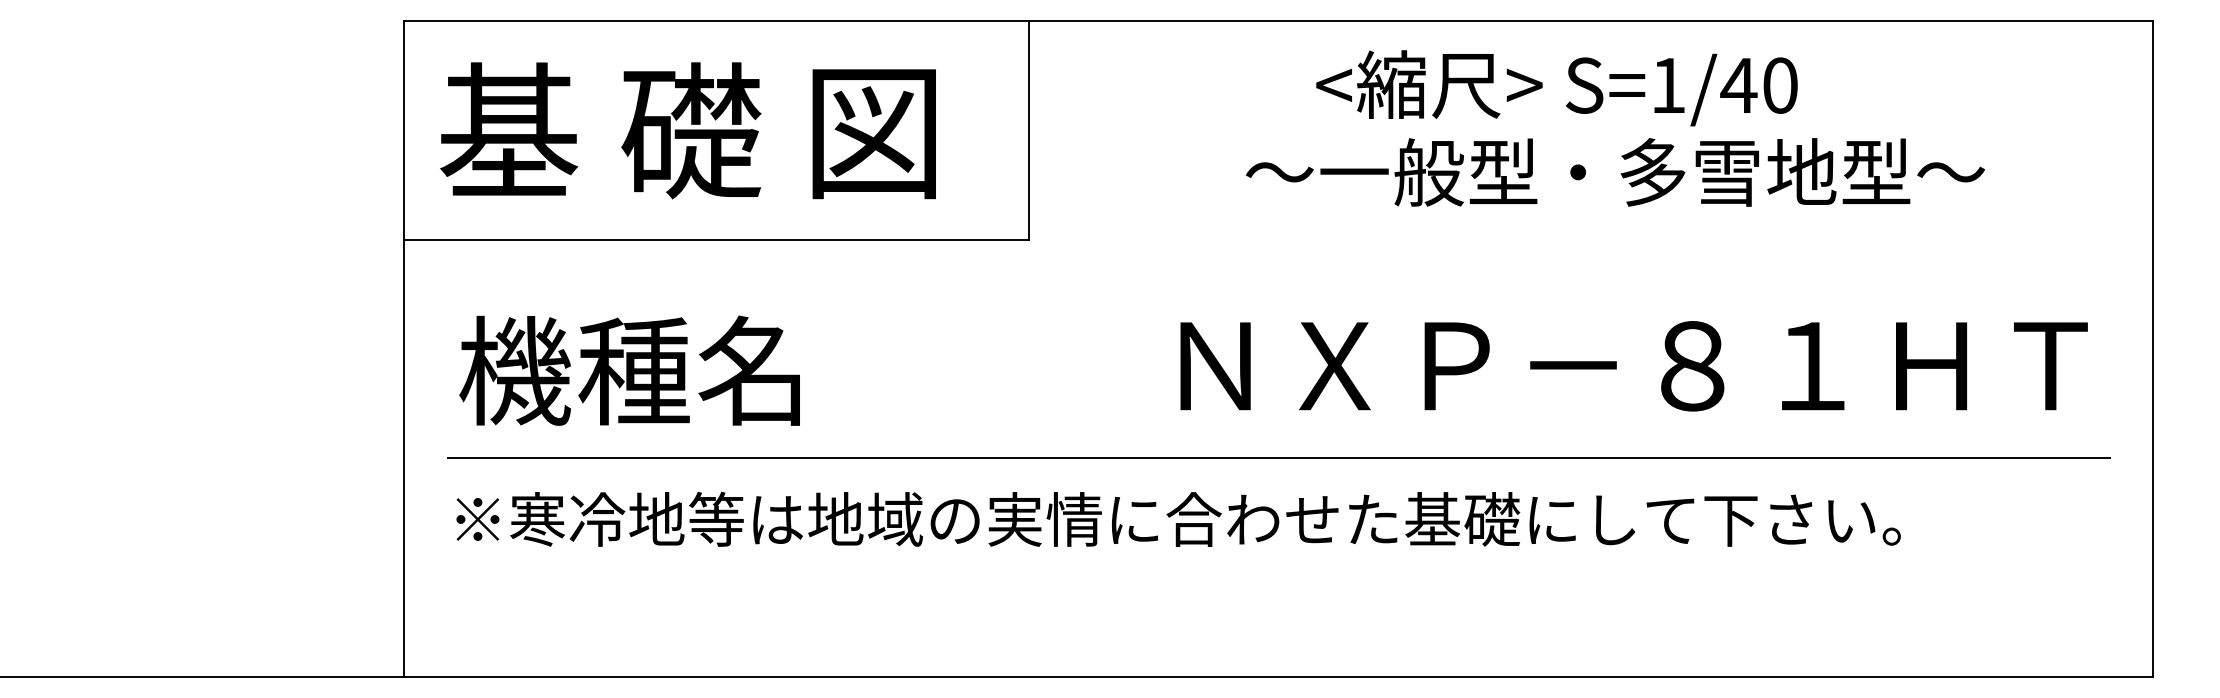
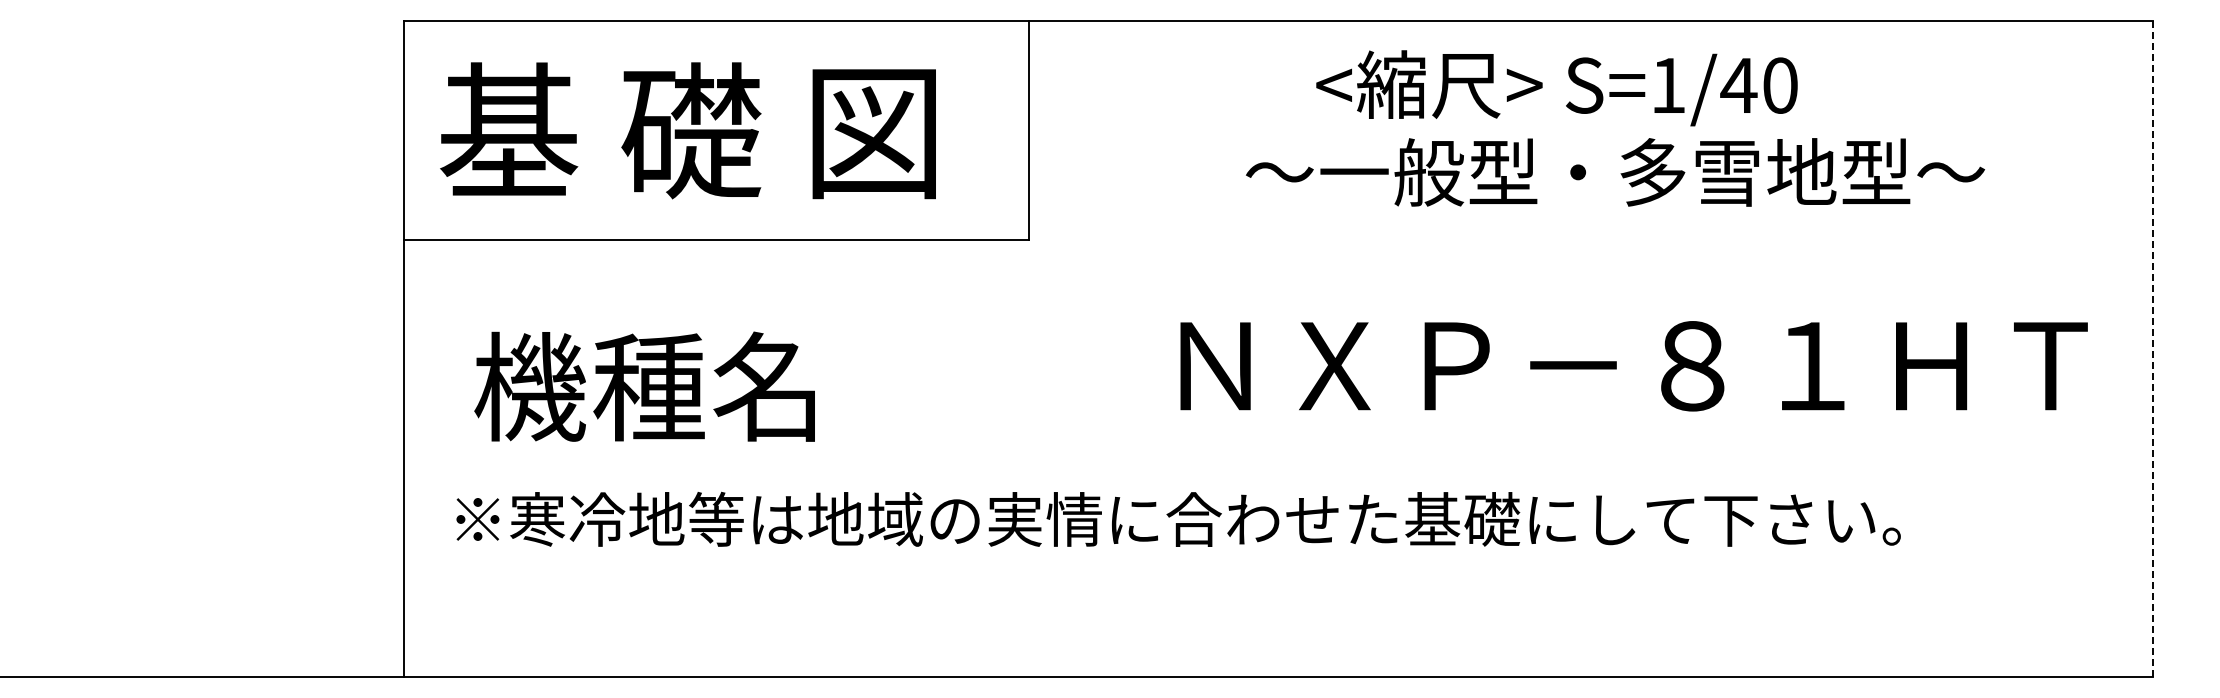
line at (2153, 349): solid -> dashed
text at (629, 370) position: (629, 370) -> (644, 386)
line at (1278, 458): present -> none
